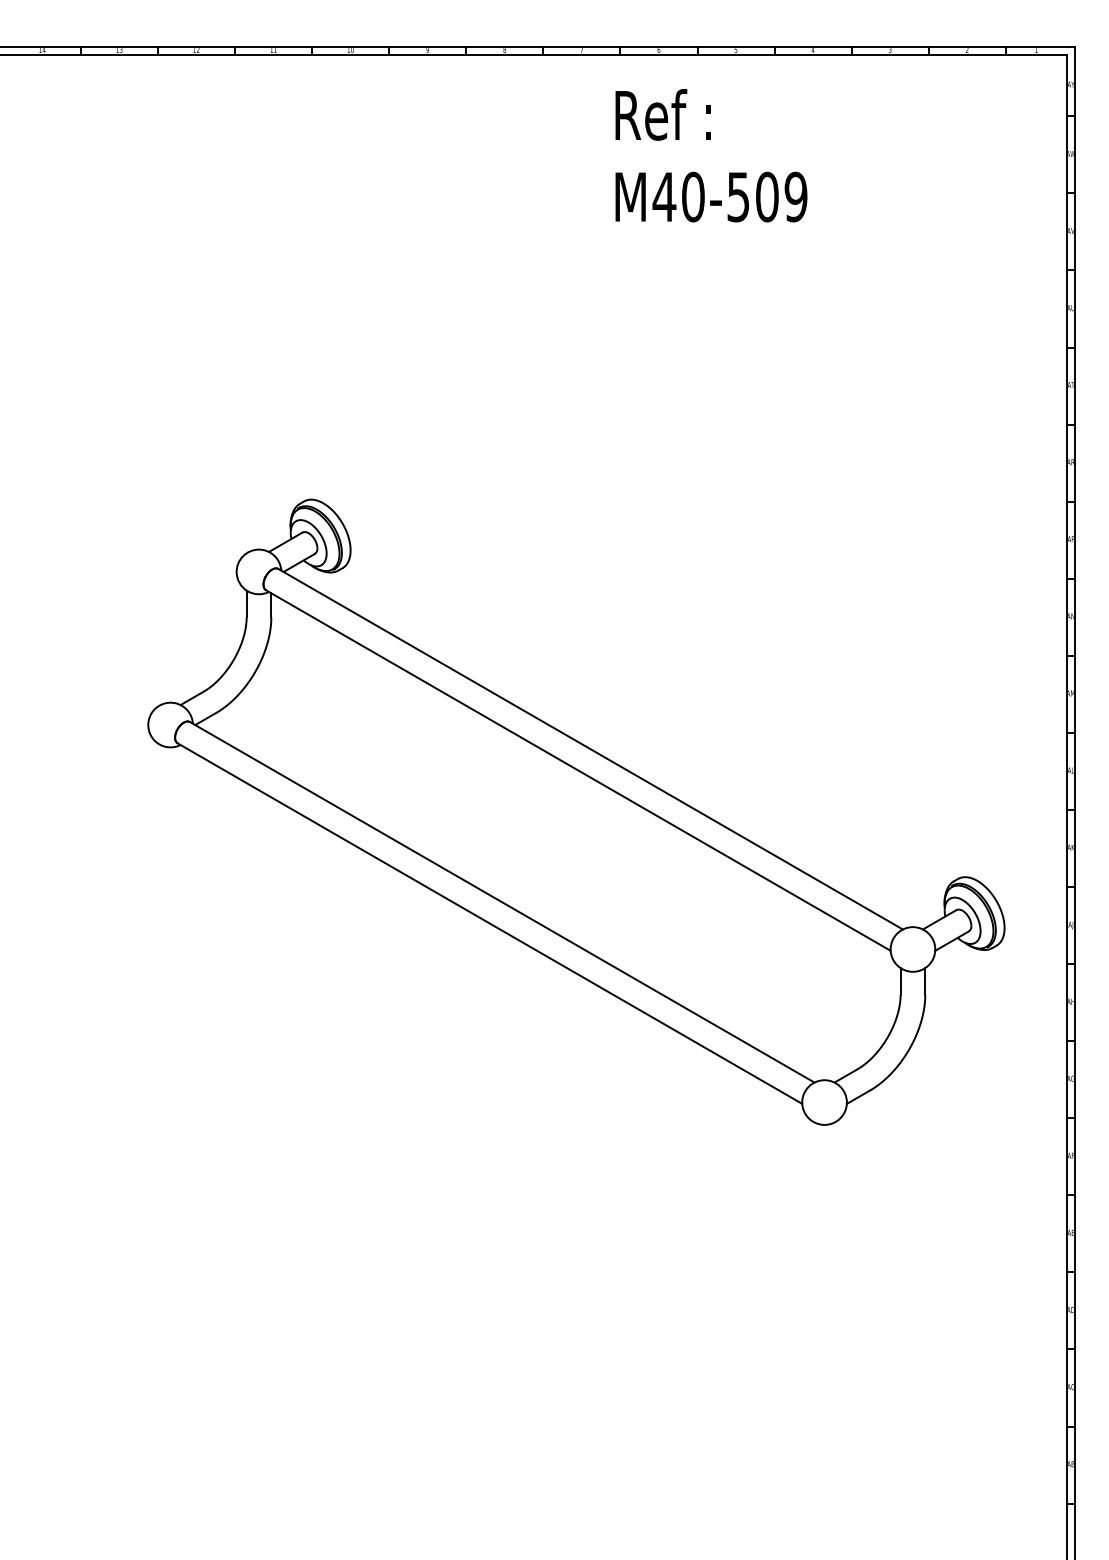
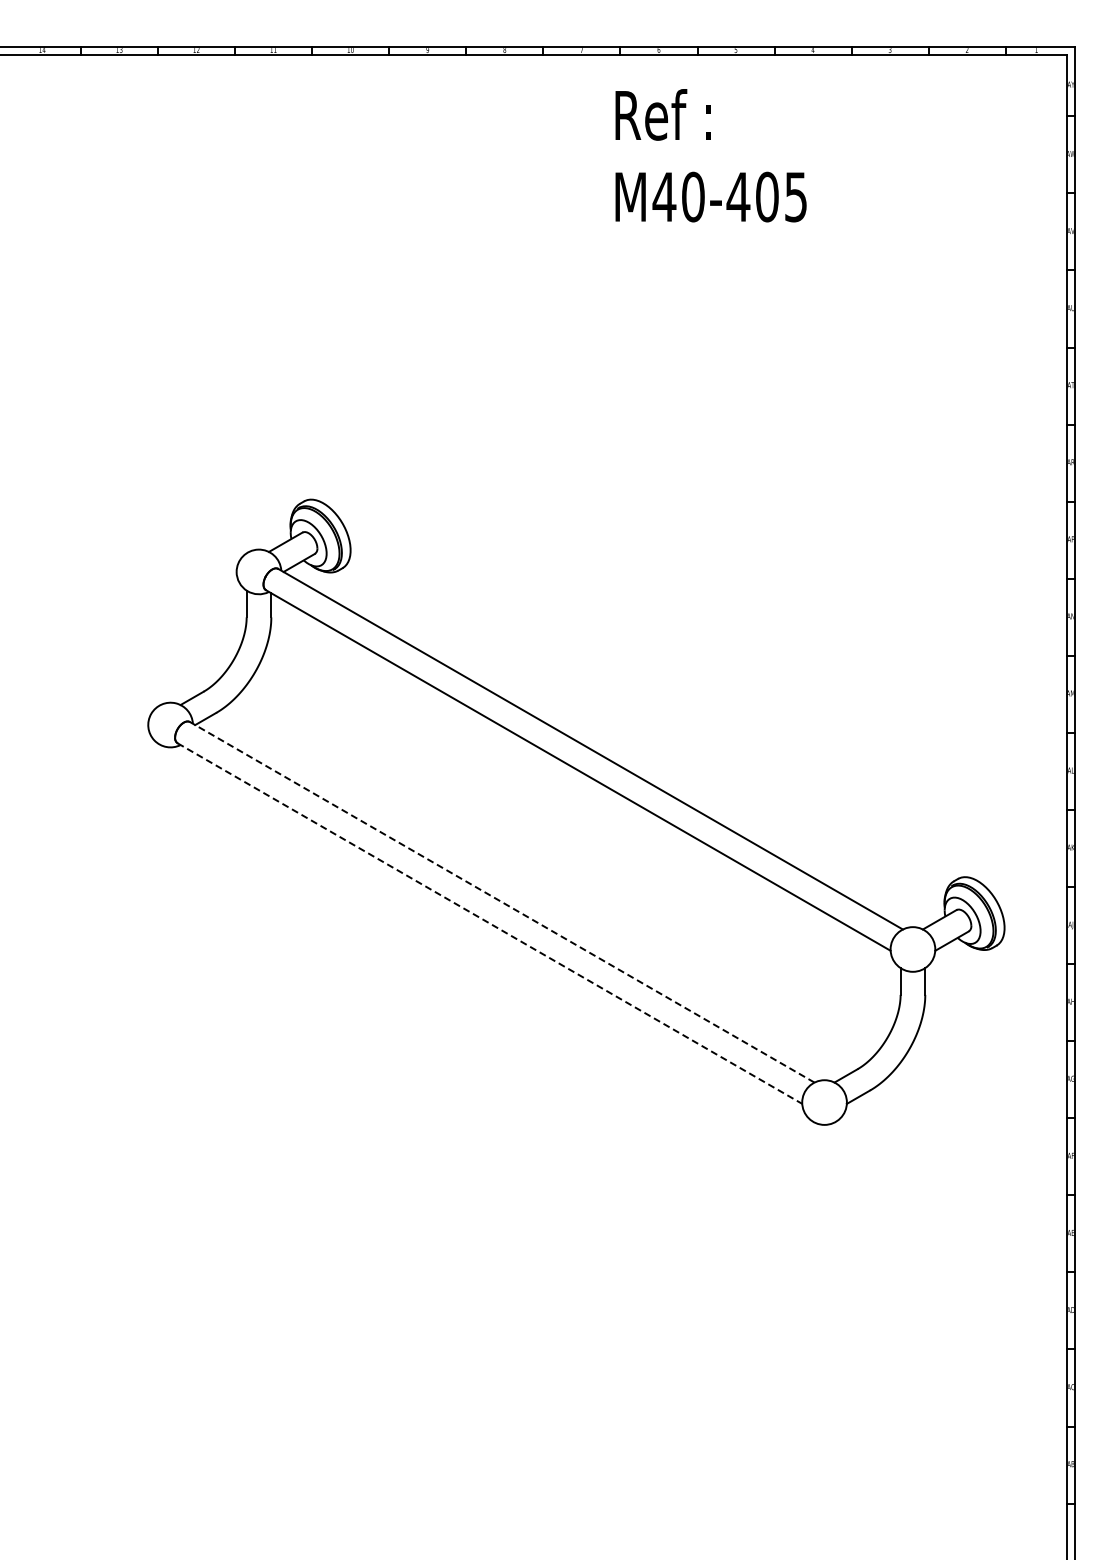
text at (766, 196): ^JM40-509 -> ^JM40-405
line at (502, 902): solid -> dashed
line at (489, 923): solid -> dashed
